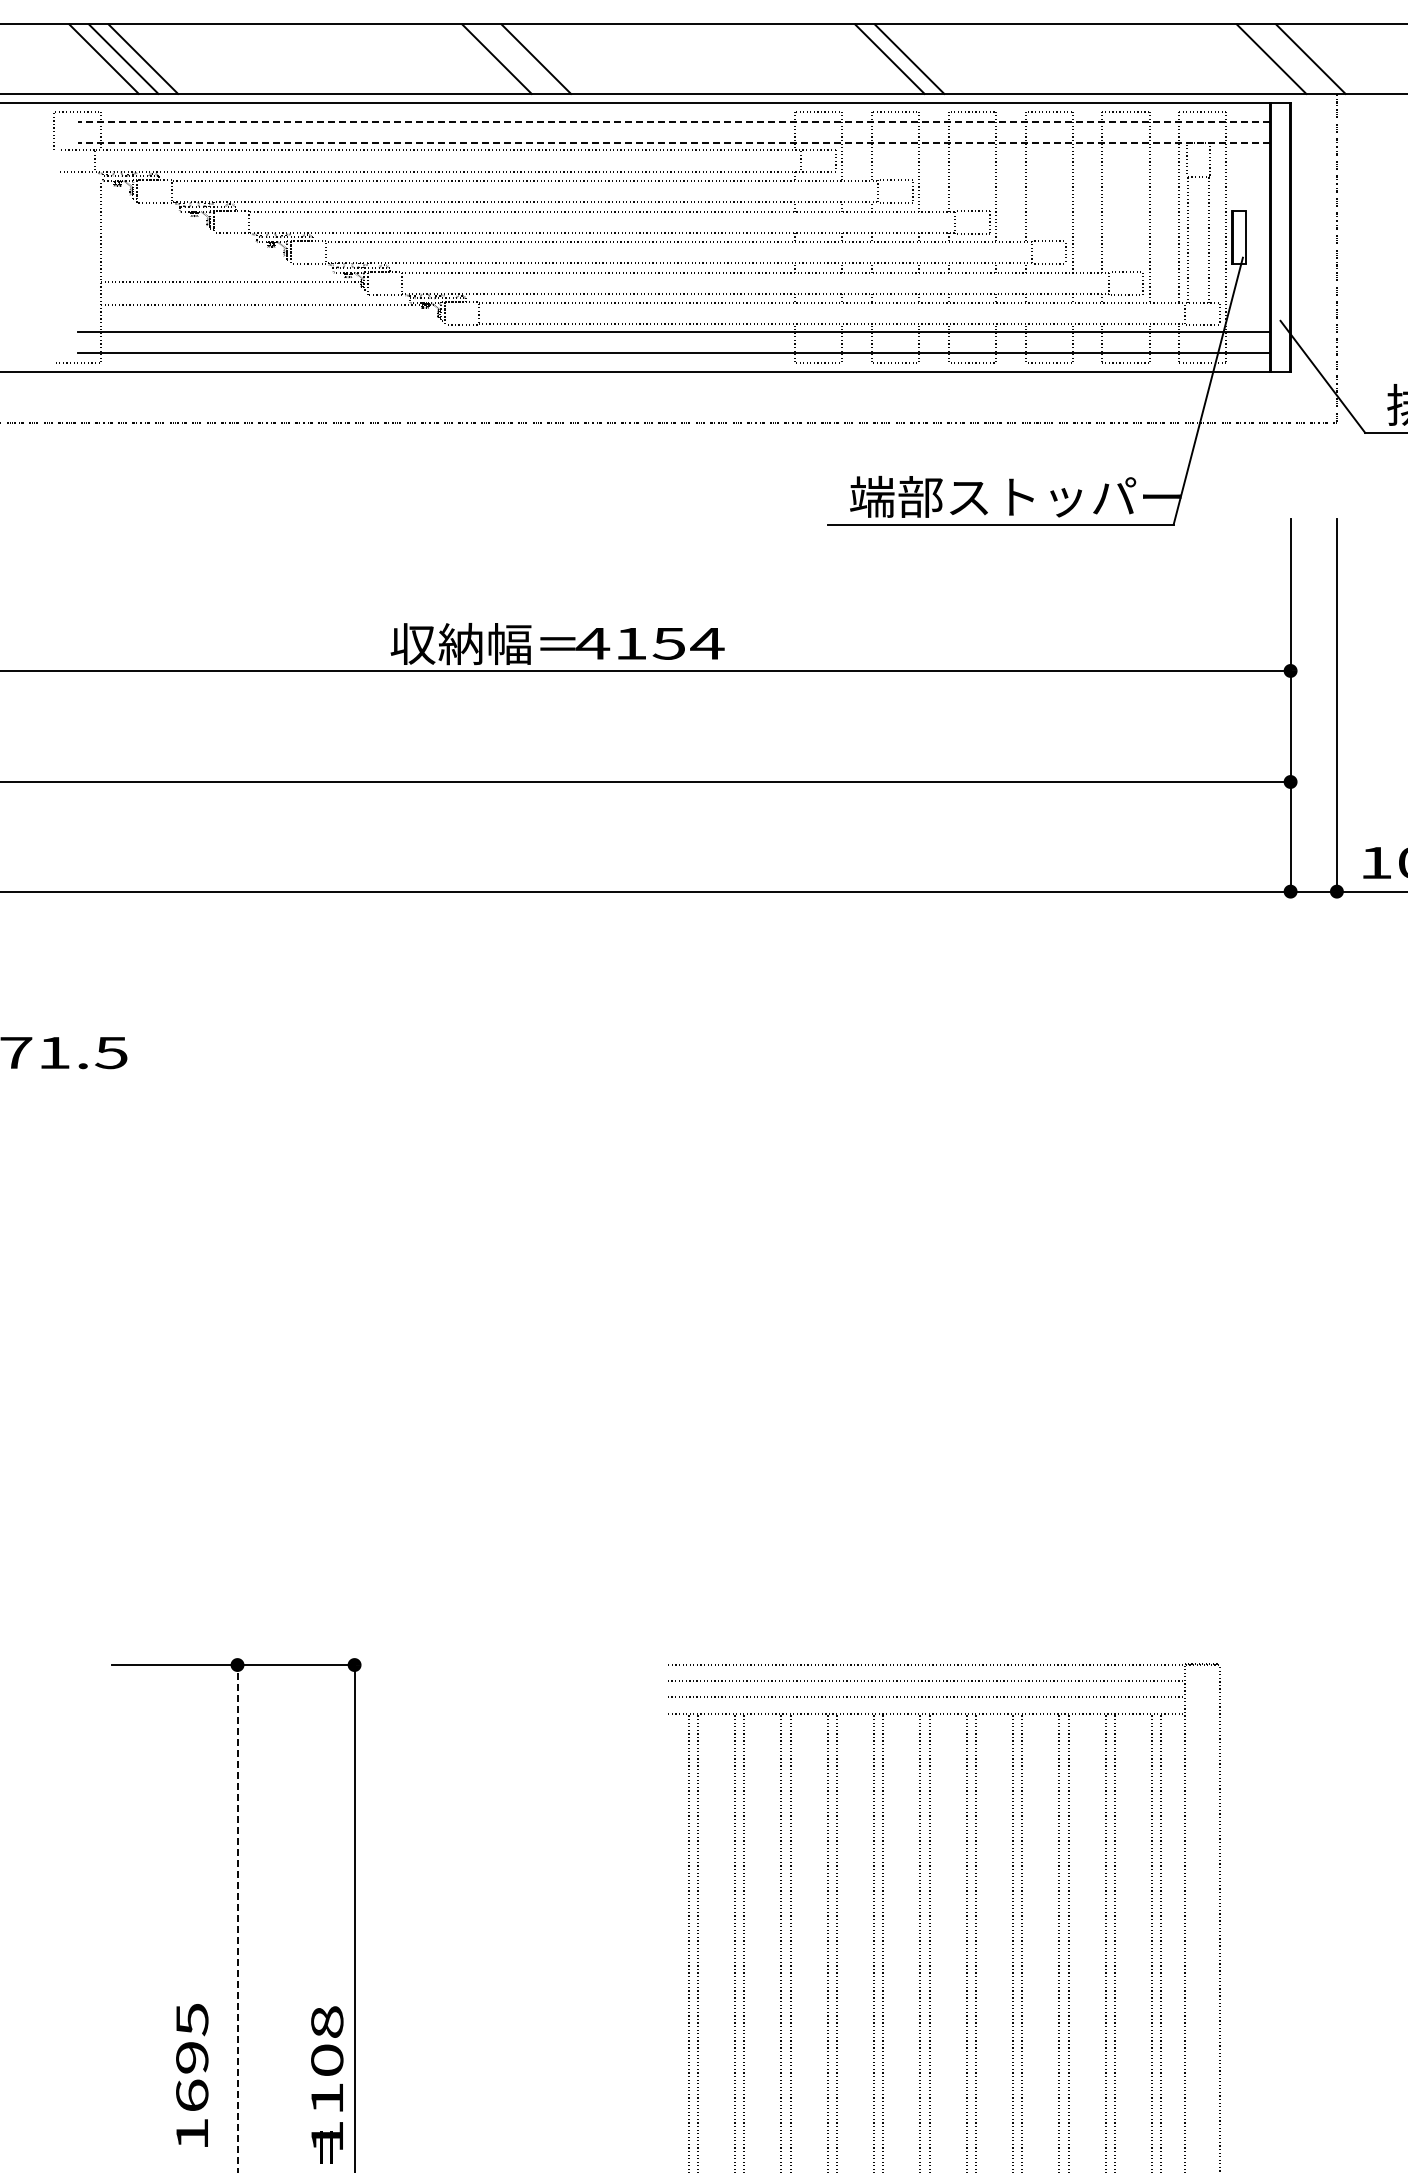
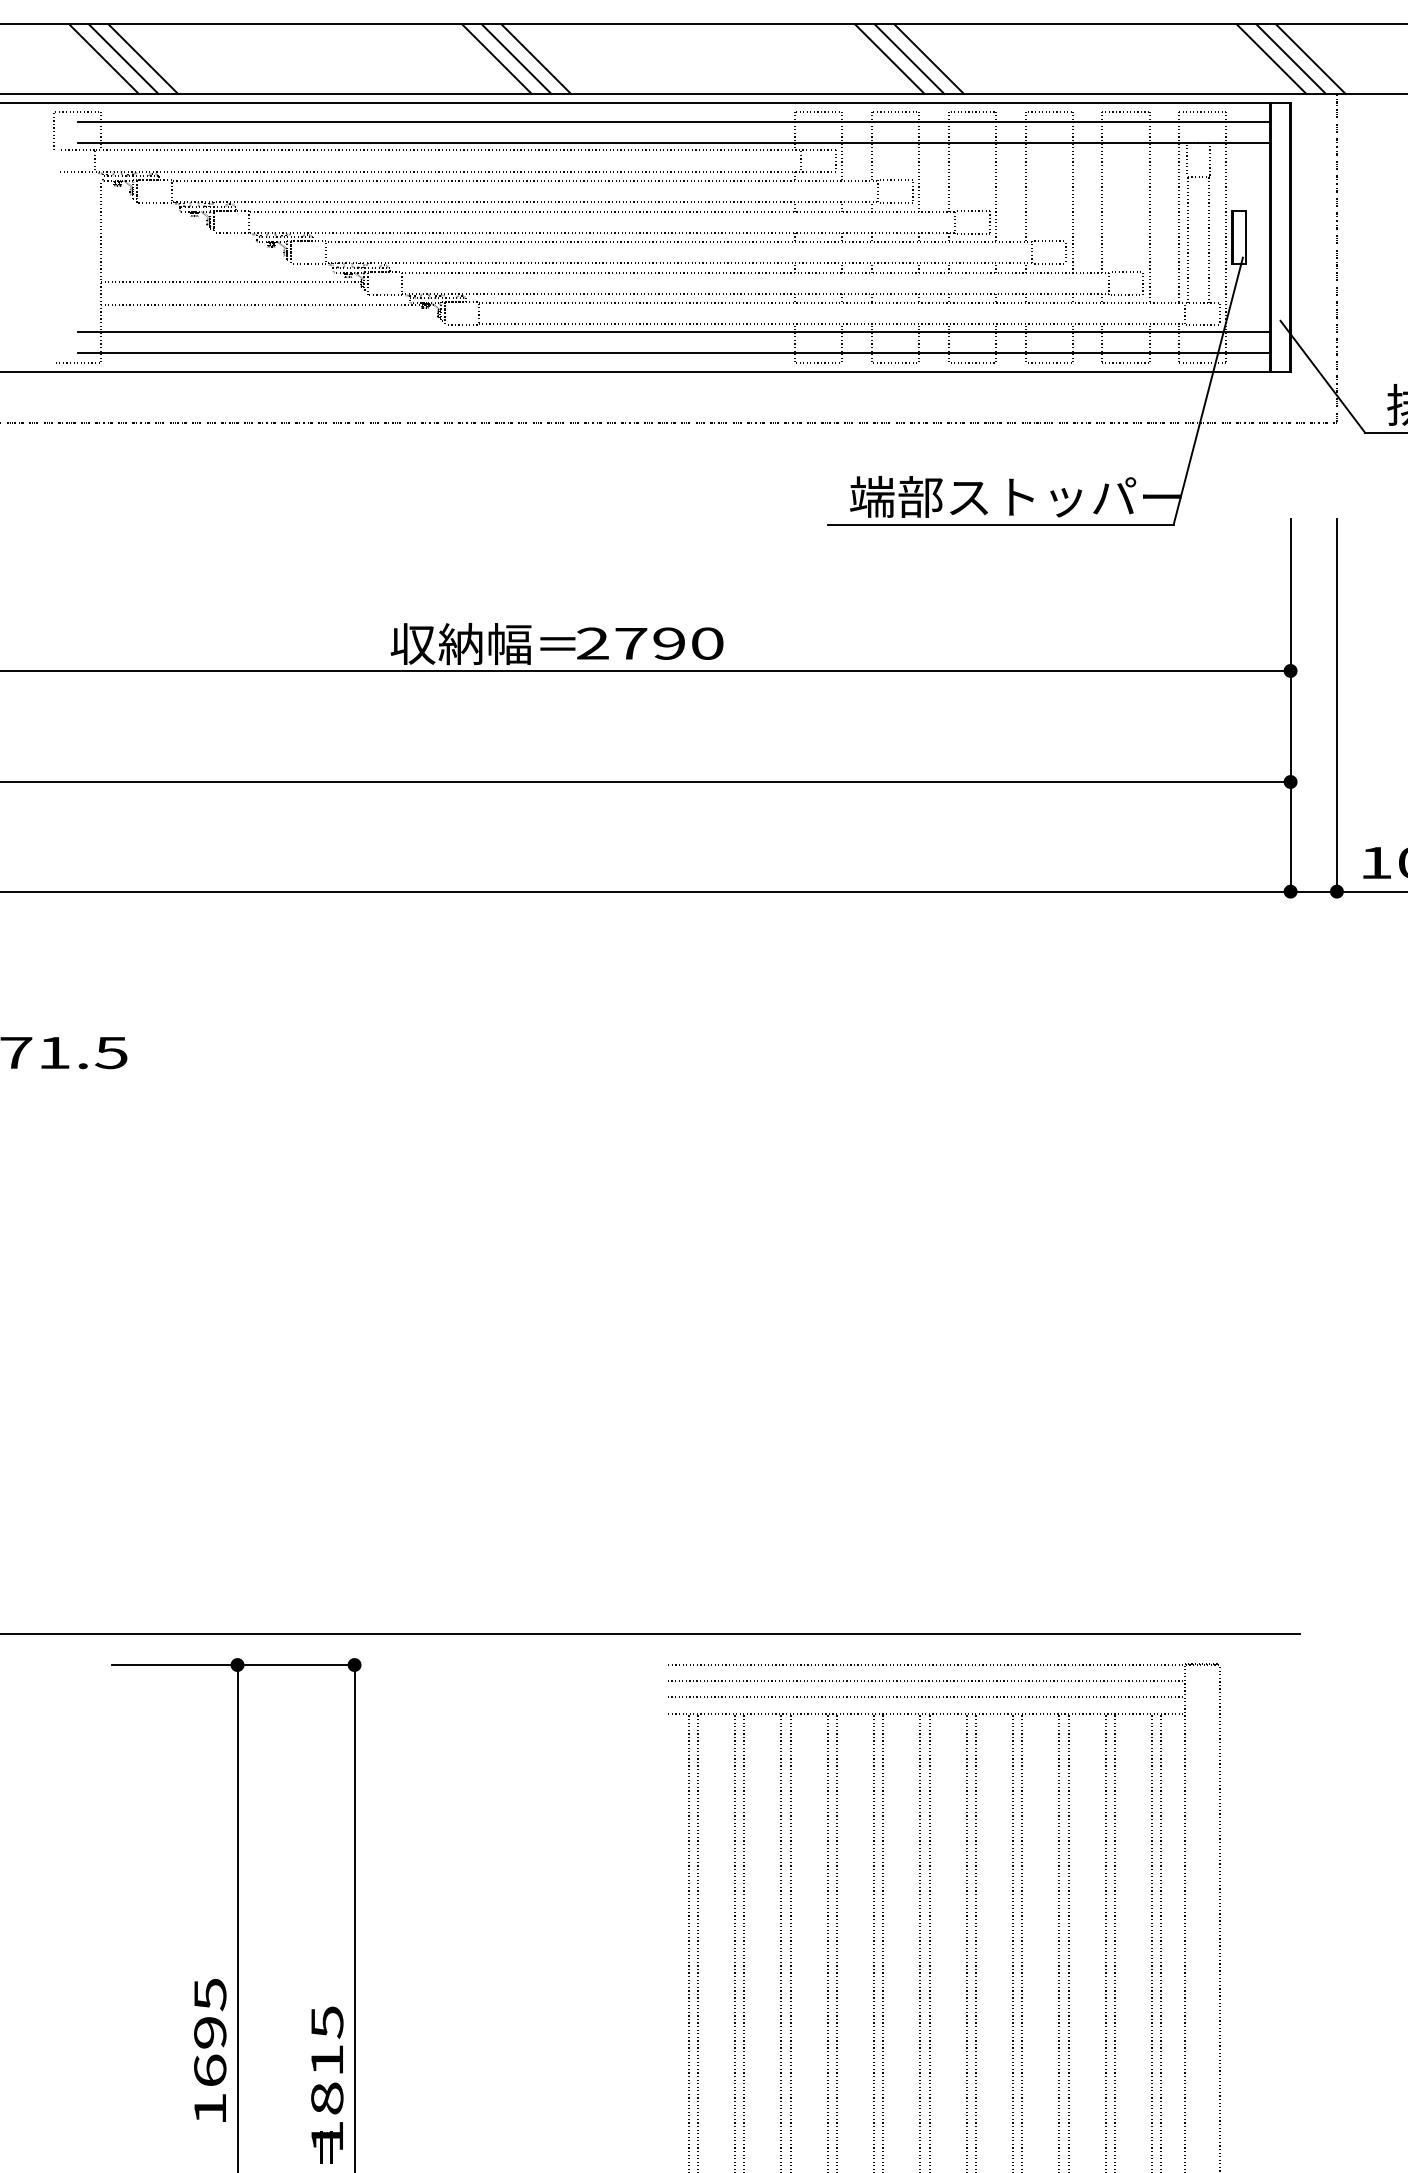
line at (516, 58): none -> present
line at (928, 58): none -> present
line at (1290, 58): none -> present
line at (673, 121): dashed -> solid
line at (673, 142): dashed -> solid
text at (649, 643): 4154 -> 2790
line at (650, 1634): none -> present
line at (237, 1918): dashed -> solid
text at (327, 2060): 1108 -> 1815
text at (192, 2075) position: (192, 2075) -> (210, 2050)
